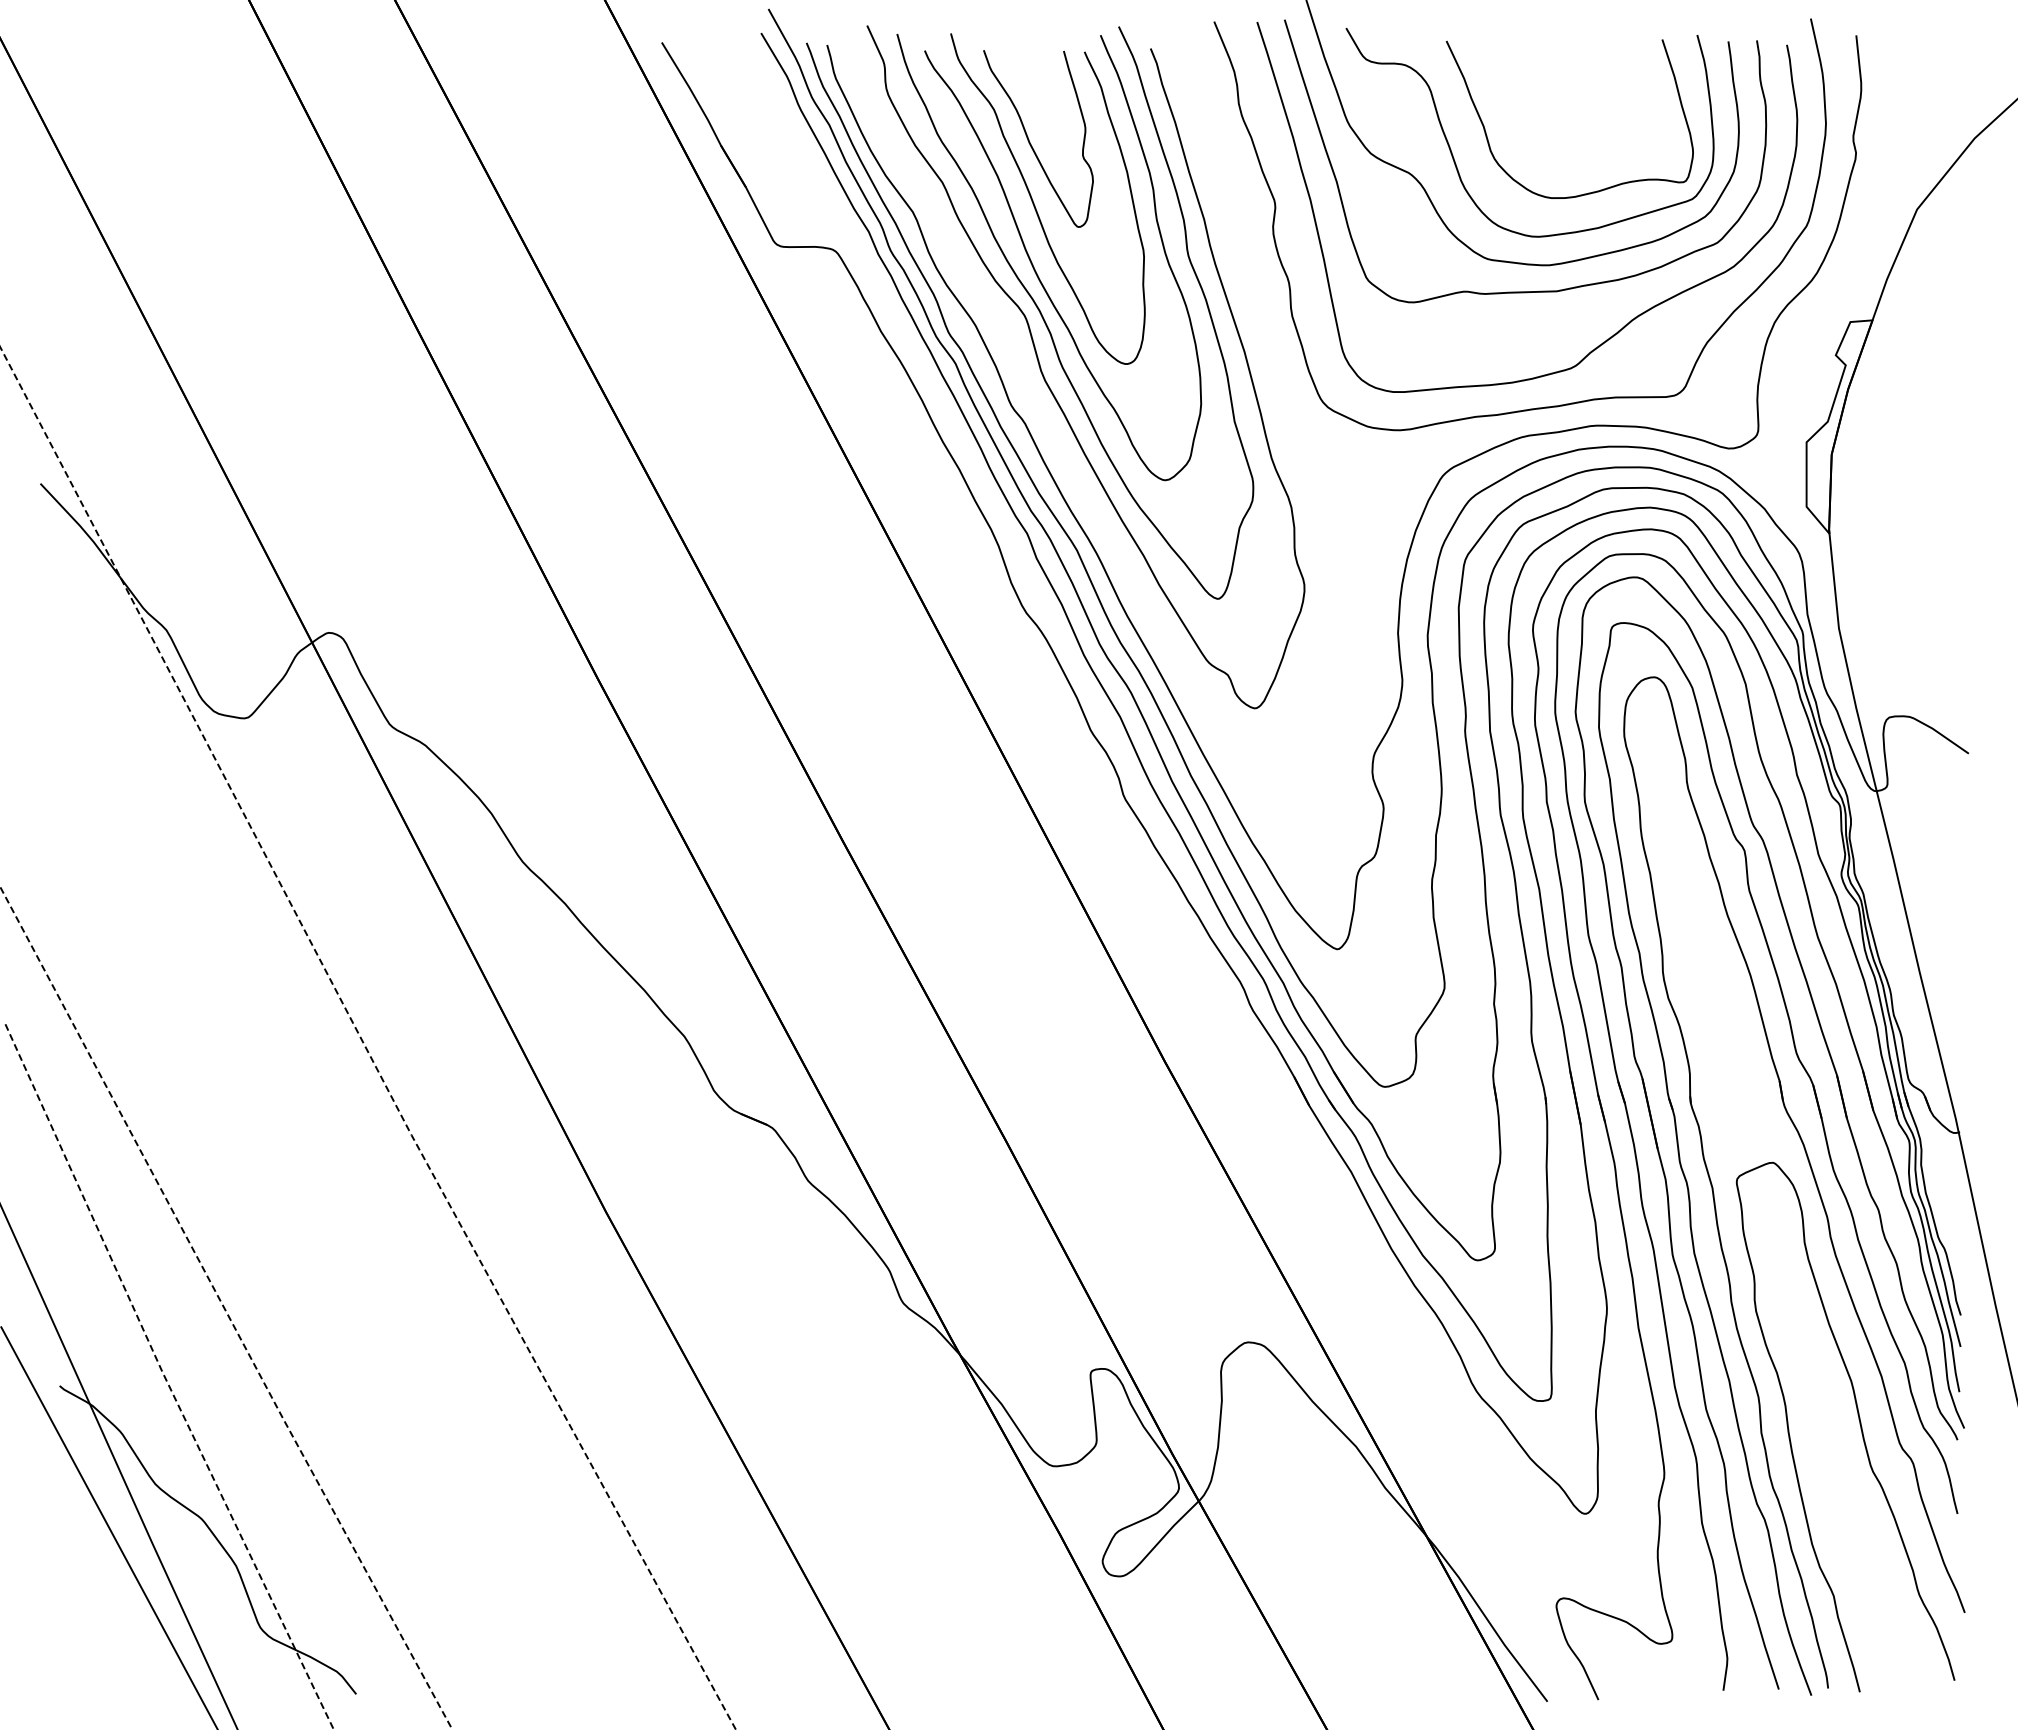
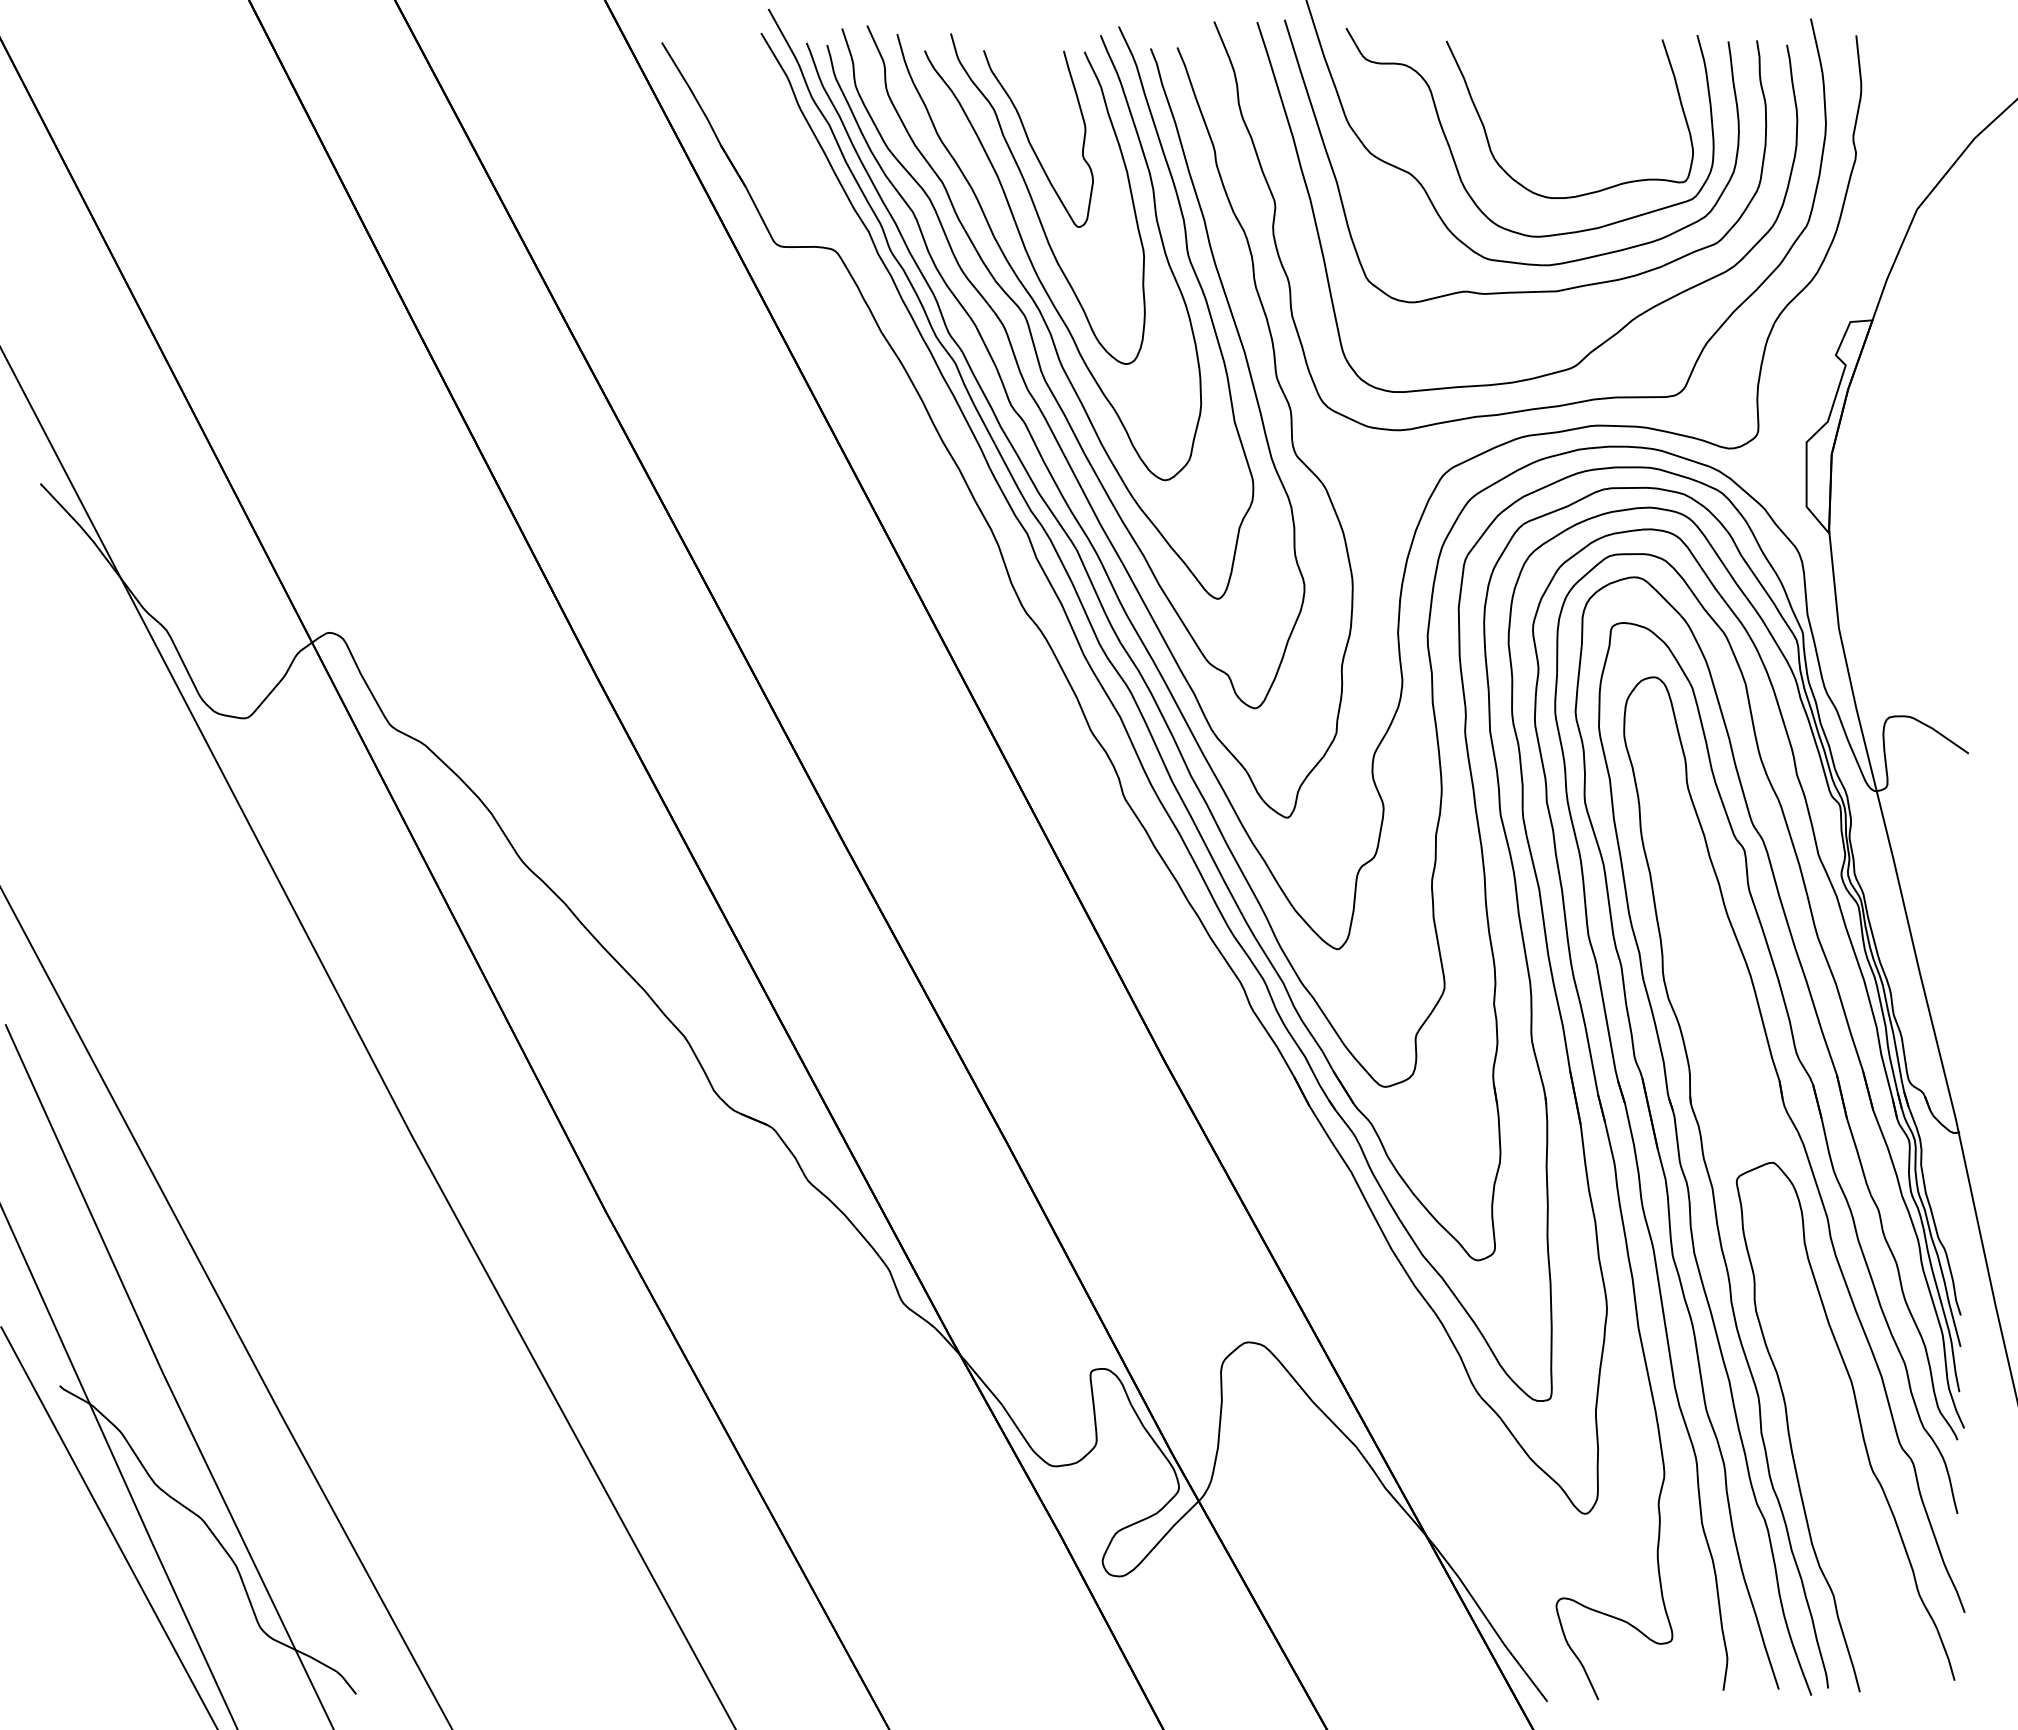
curve at (1059, 443): none -> present
line at (363, 1042): dashed -> solid
line at (224, 1309): dashed -> solid
line at (165, 1377): dashed -> solid
